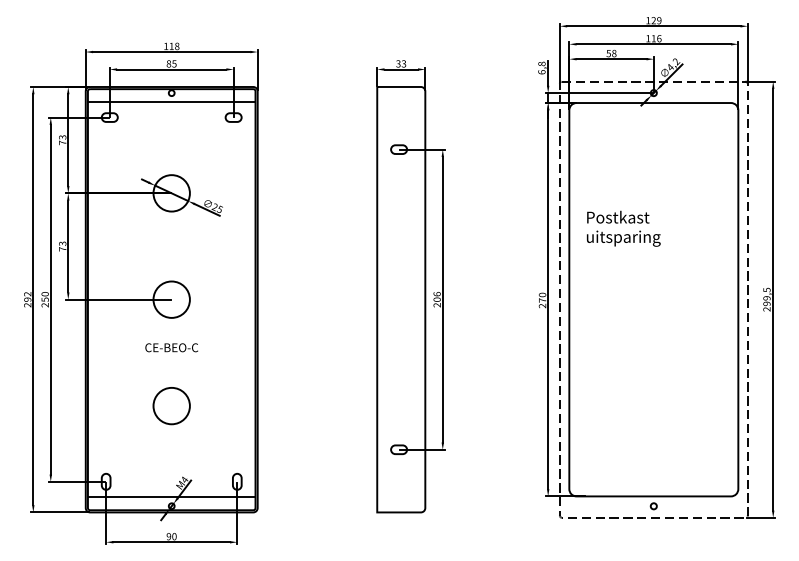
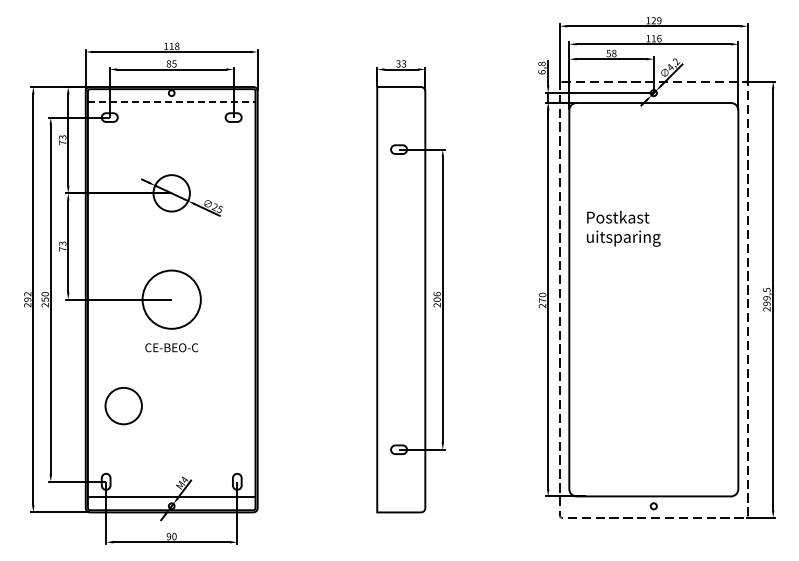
line at (171, 102): solid -> dashed
circle at (171, 299) diameter: 36 px -> 58 px
circle at (171, 406) position: (171, 406) -> (123, 406)
